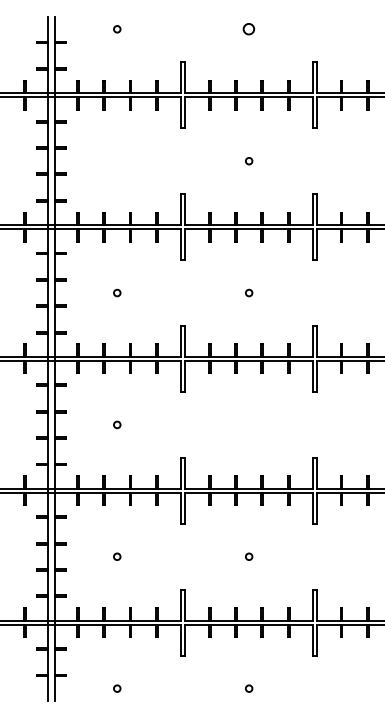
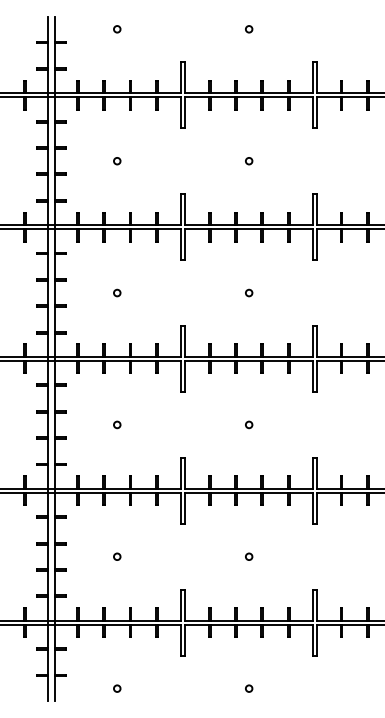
circle at (248, 29) size: 14x13 px -> 9x9 px
circle at (117, 161): none -> present
circle at (249, 424): none -> present
